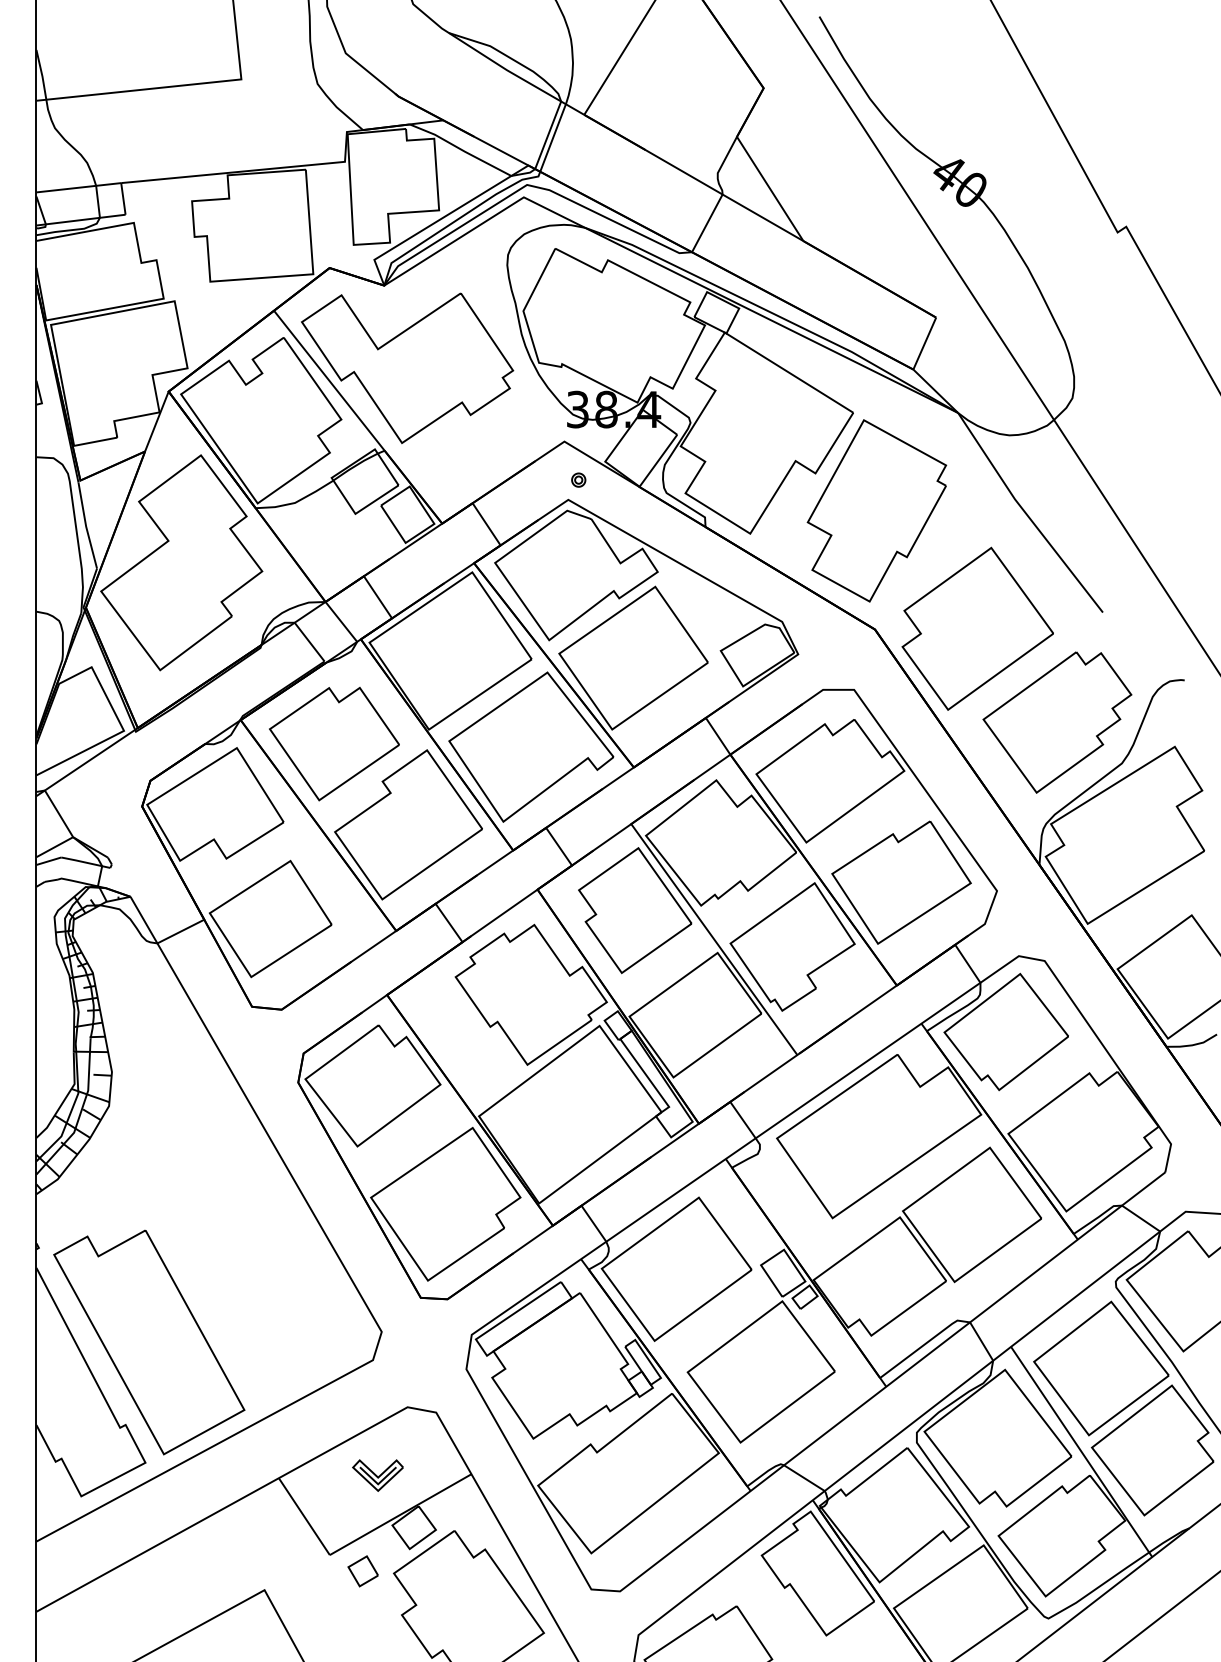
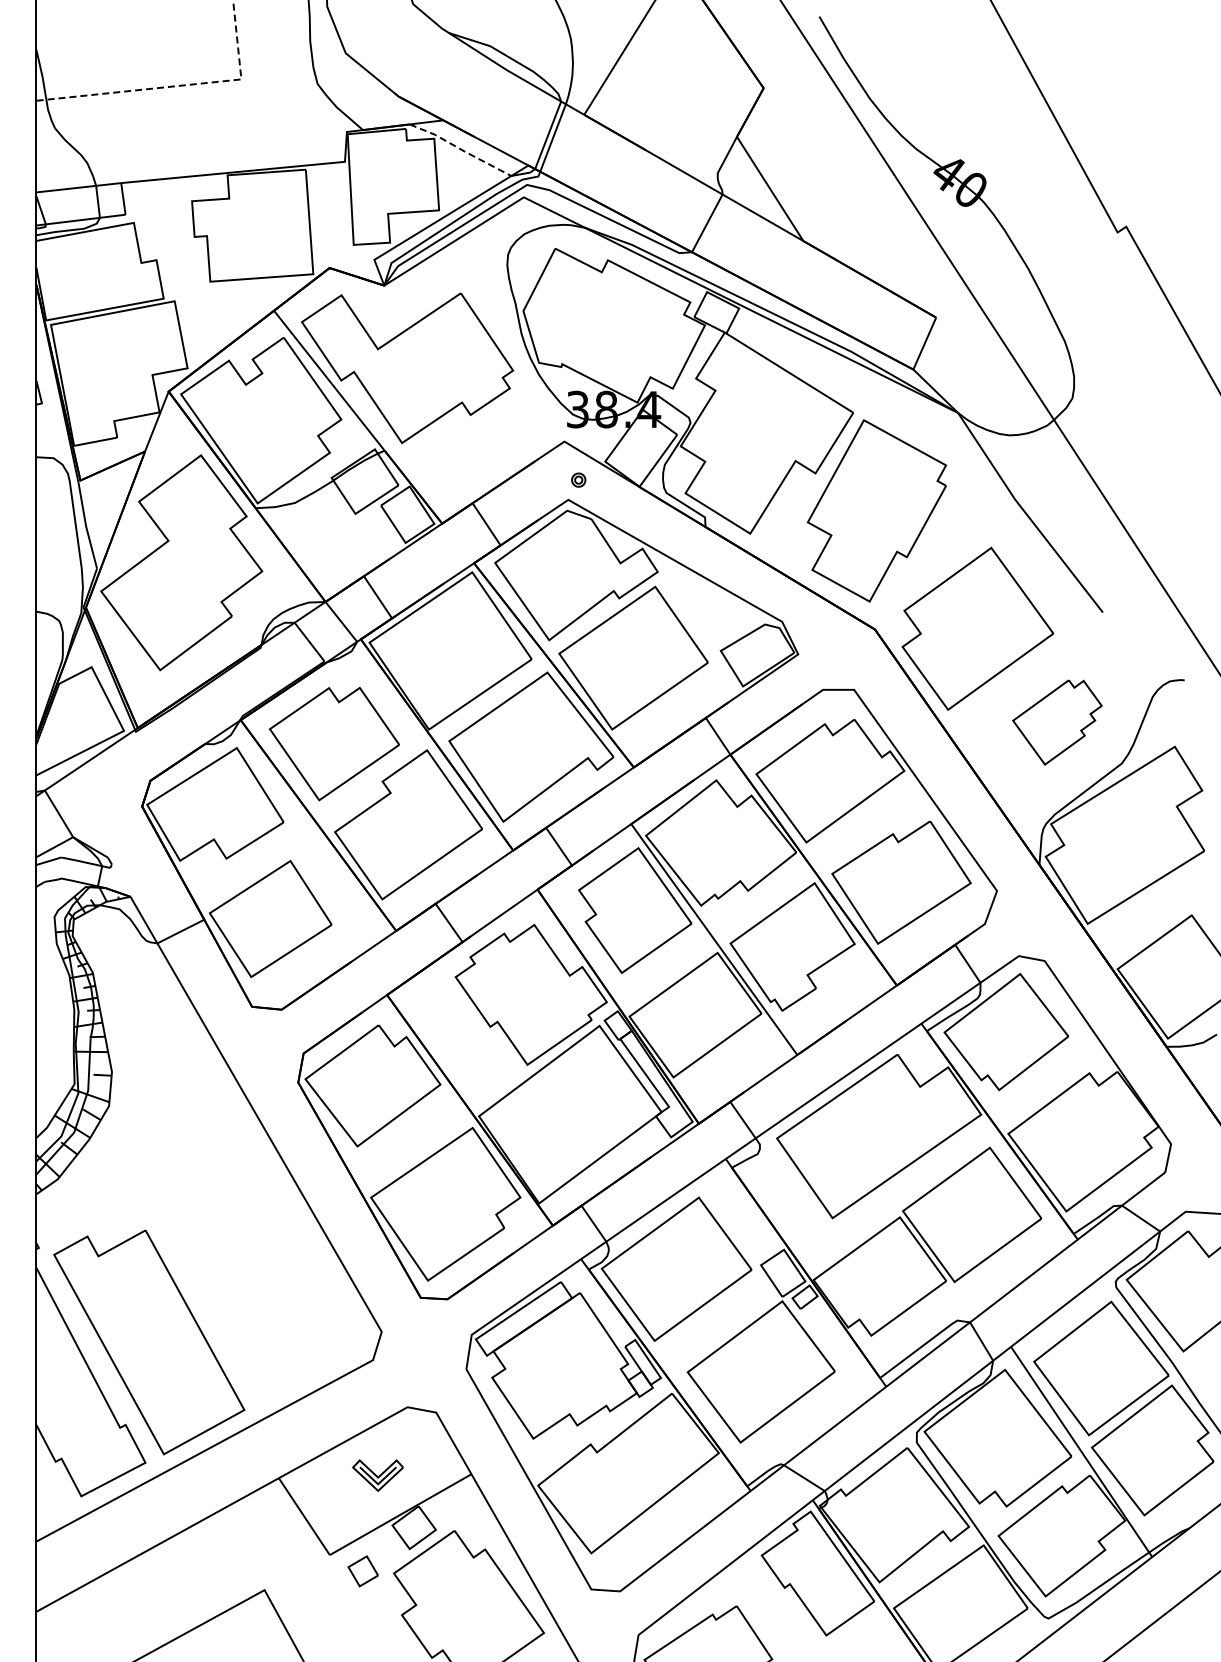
line at (179, 85): solid -> dashed
line at (460, 149): solid -> dashed
part at (1057, 722) size: 151x143 px -> 91x87 px
